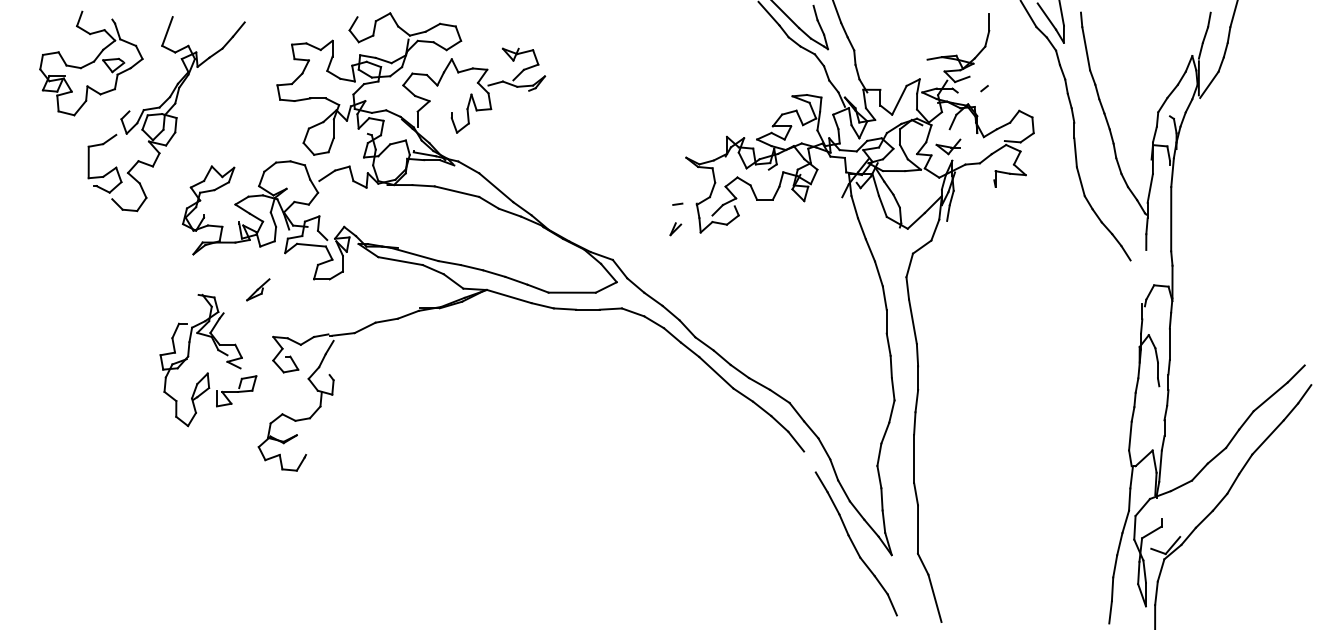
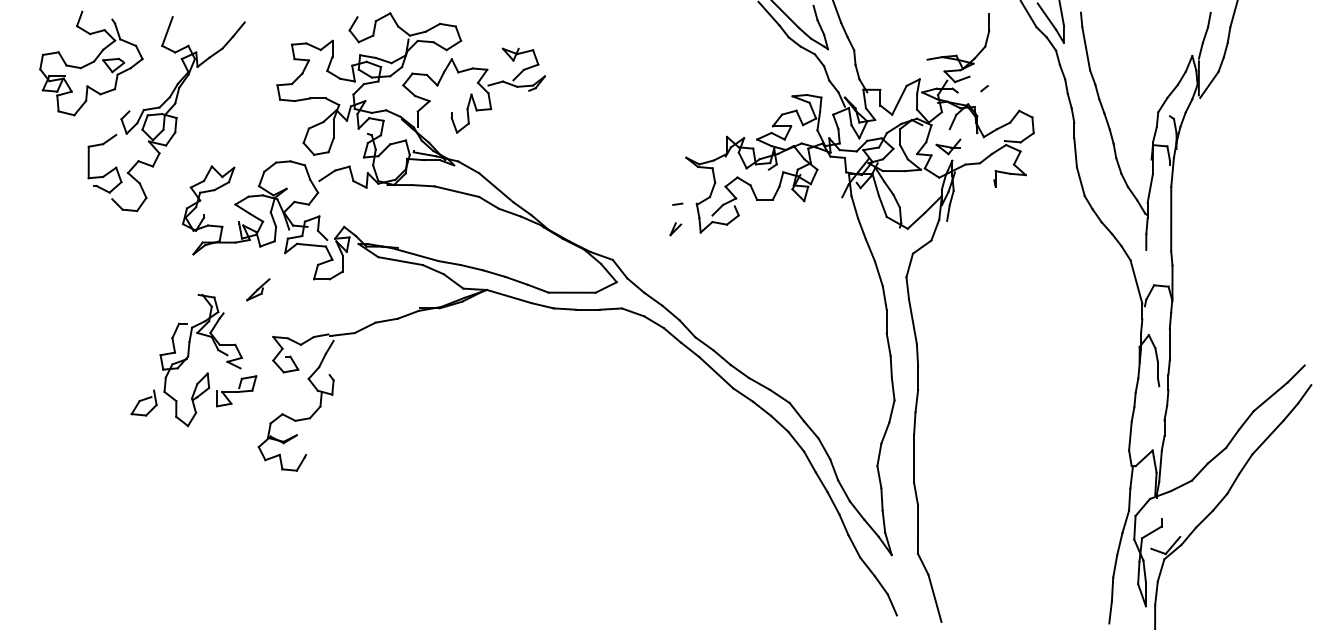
line at (1136, 281): none -> present
part at (143, 402): none -> present
line at (809, 461): none -> present
